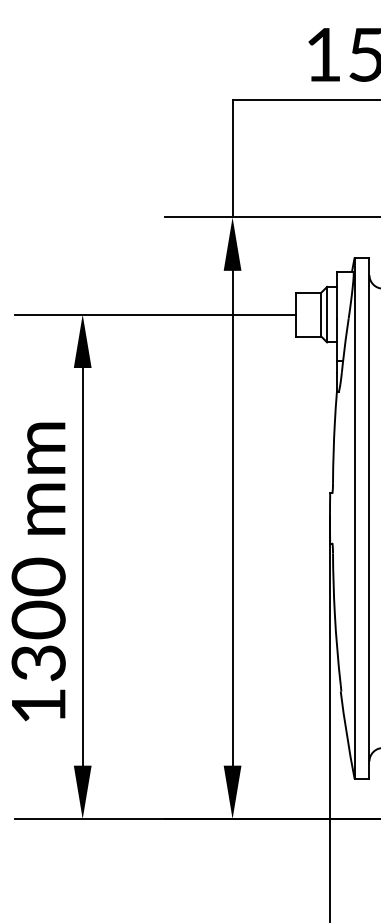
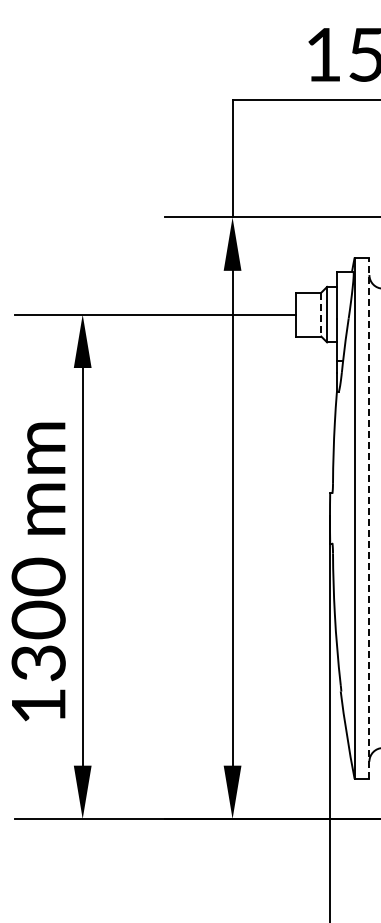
line at (321, 314): solid -> dashed
line at (369, 518): solid -> dashed
